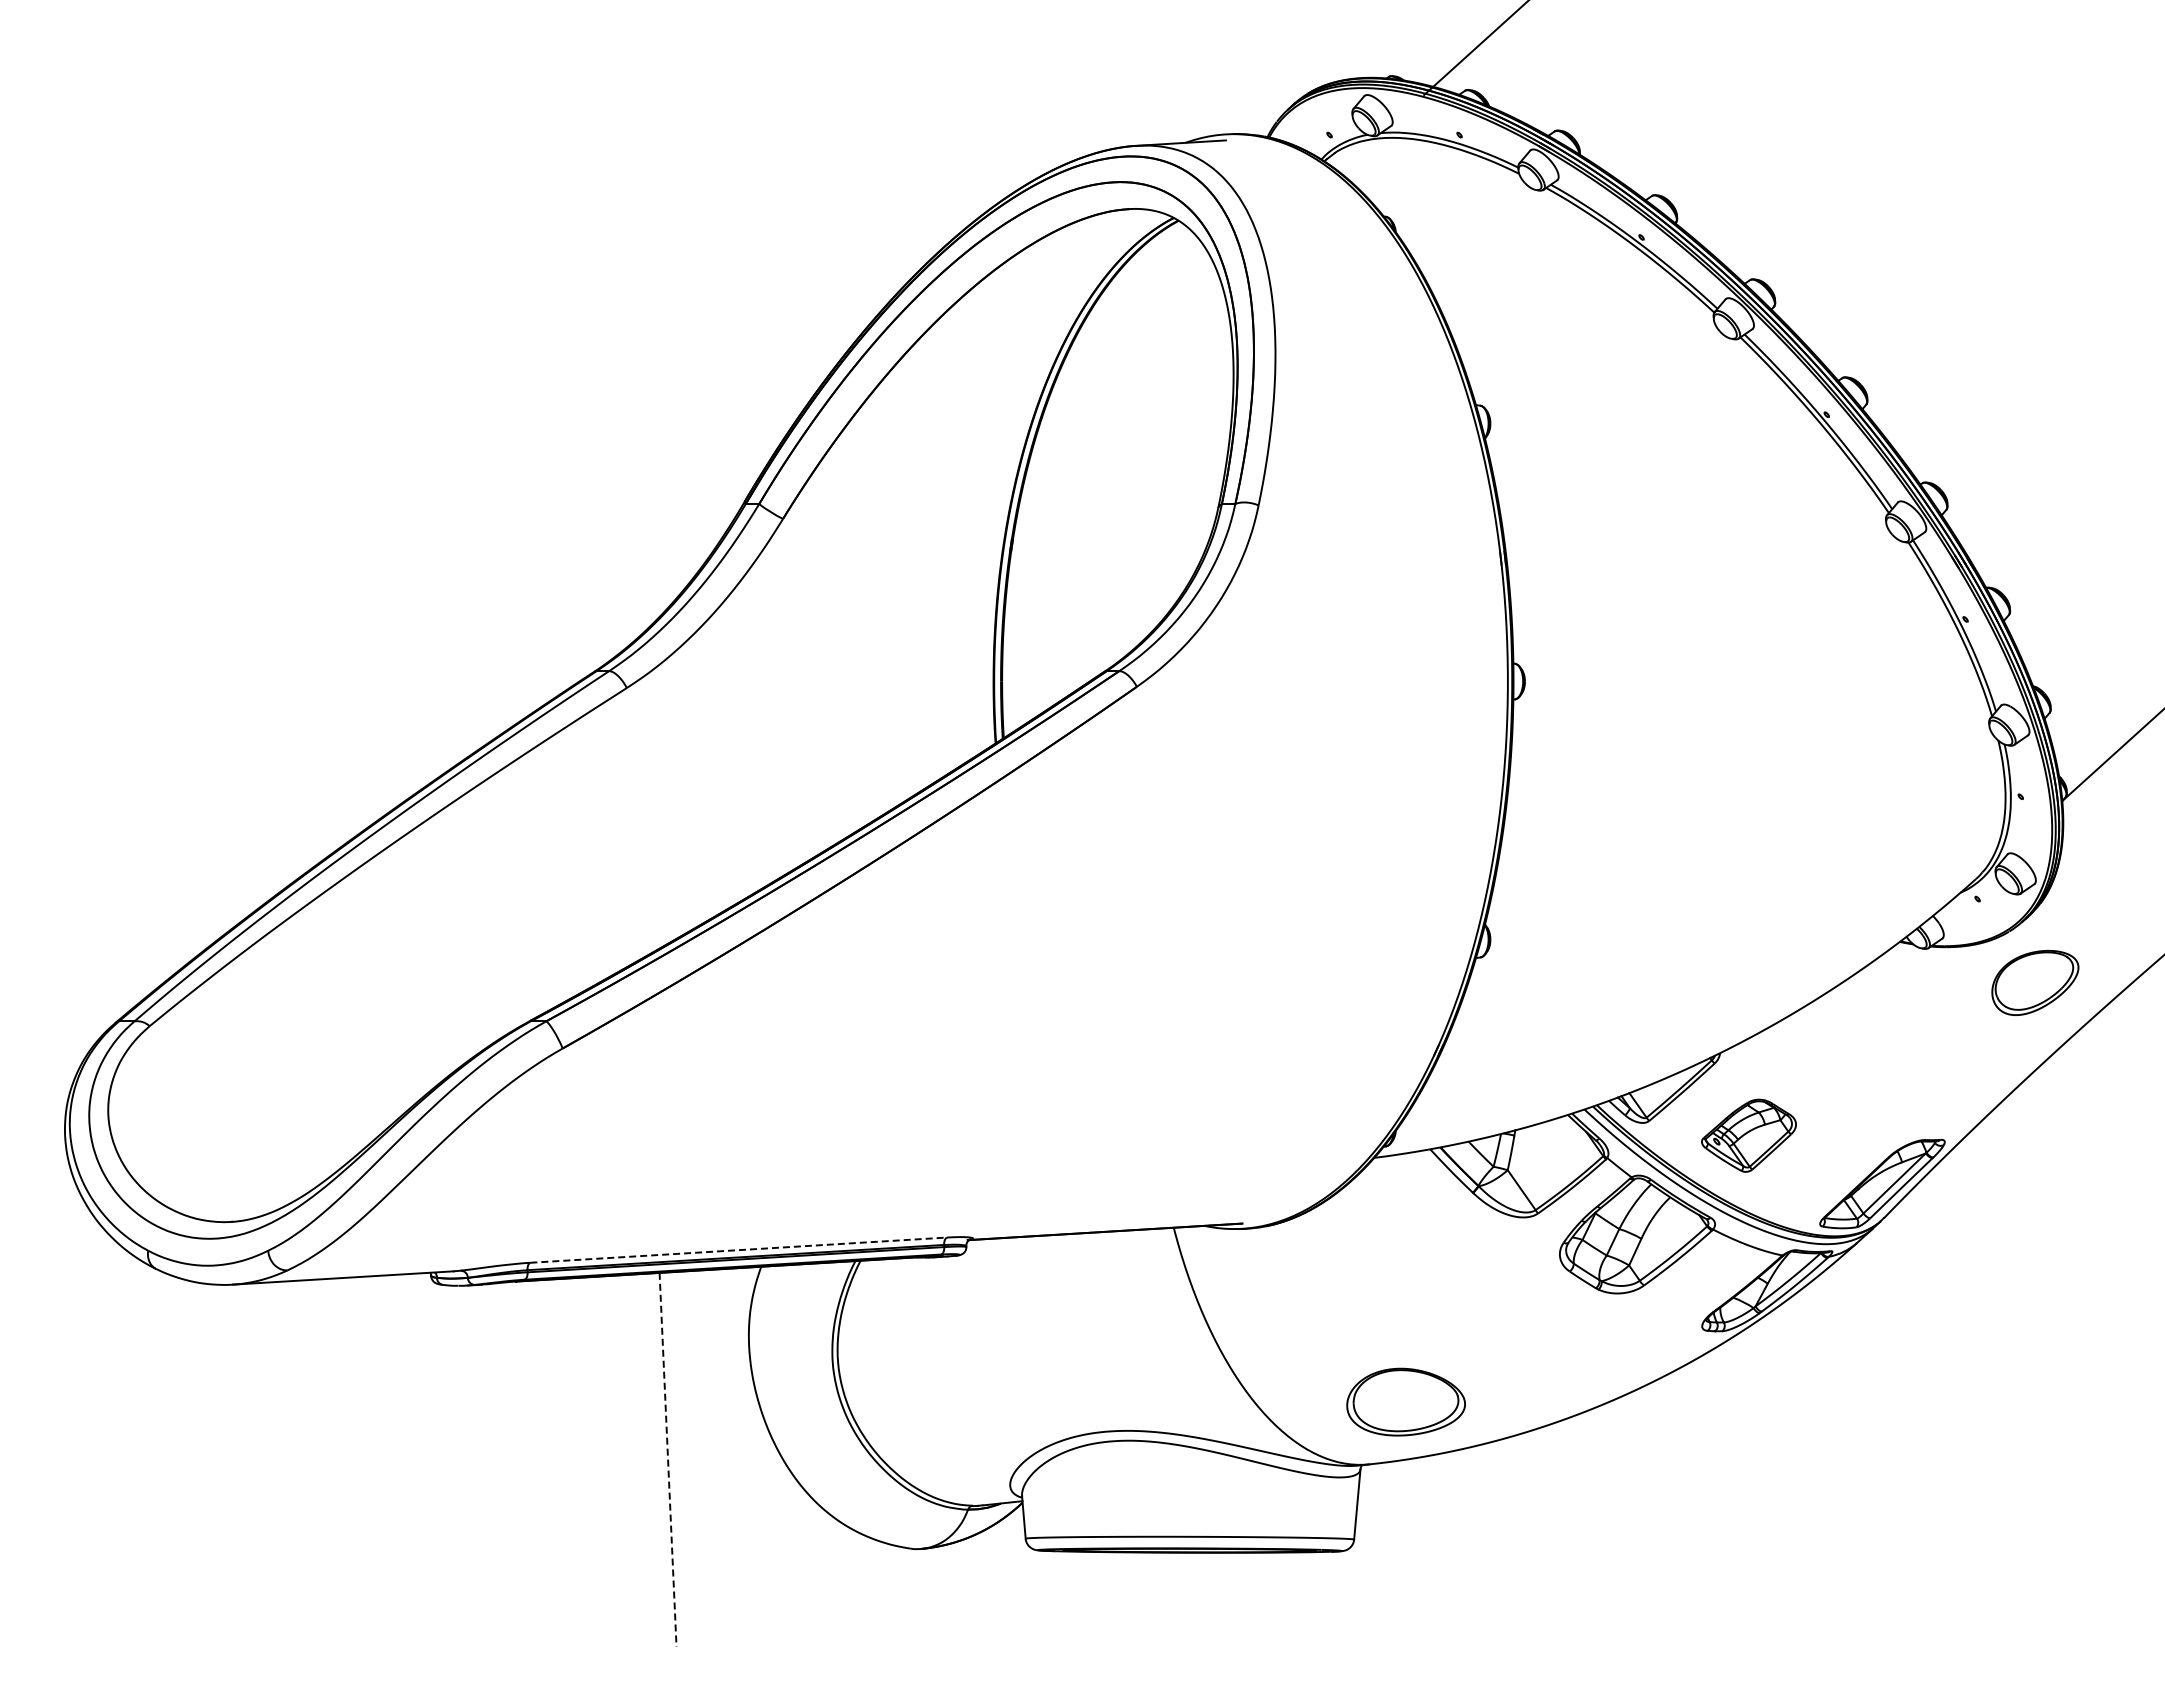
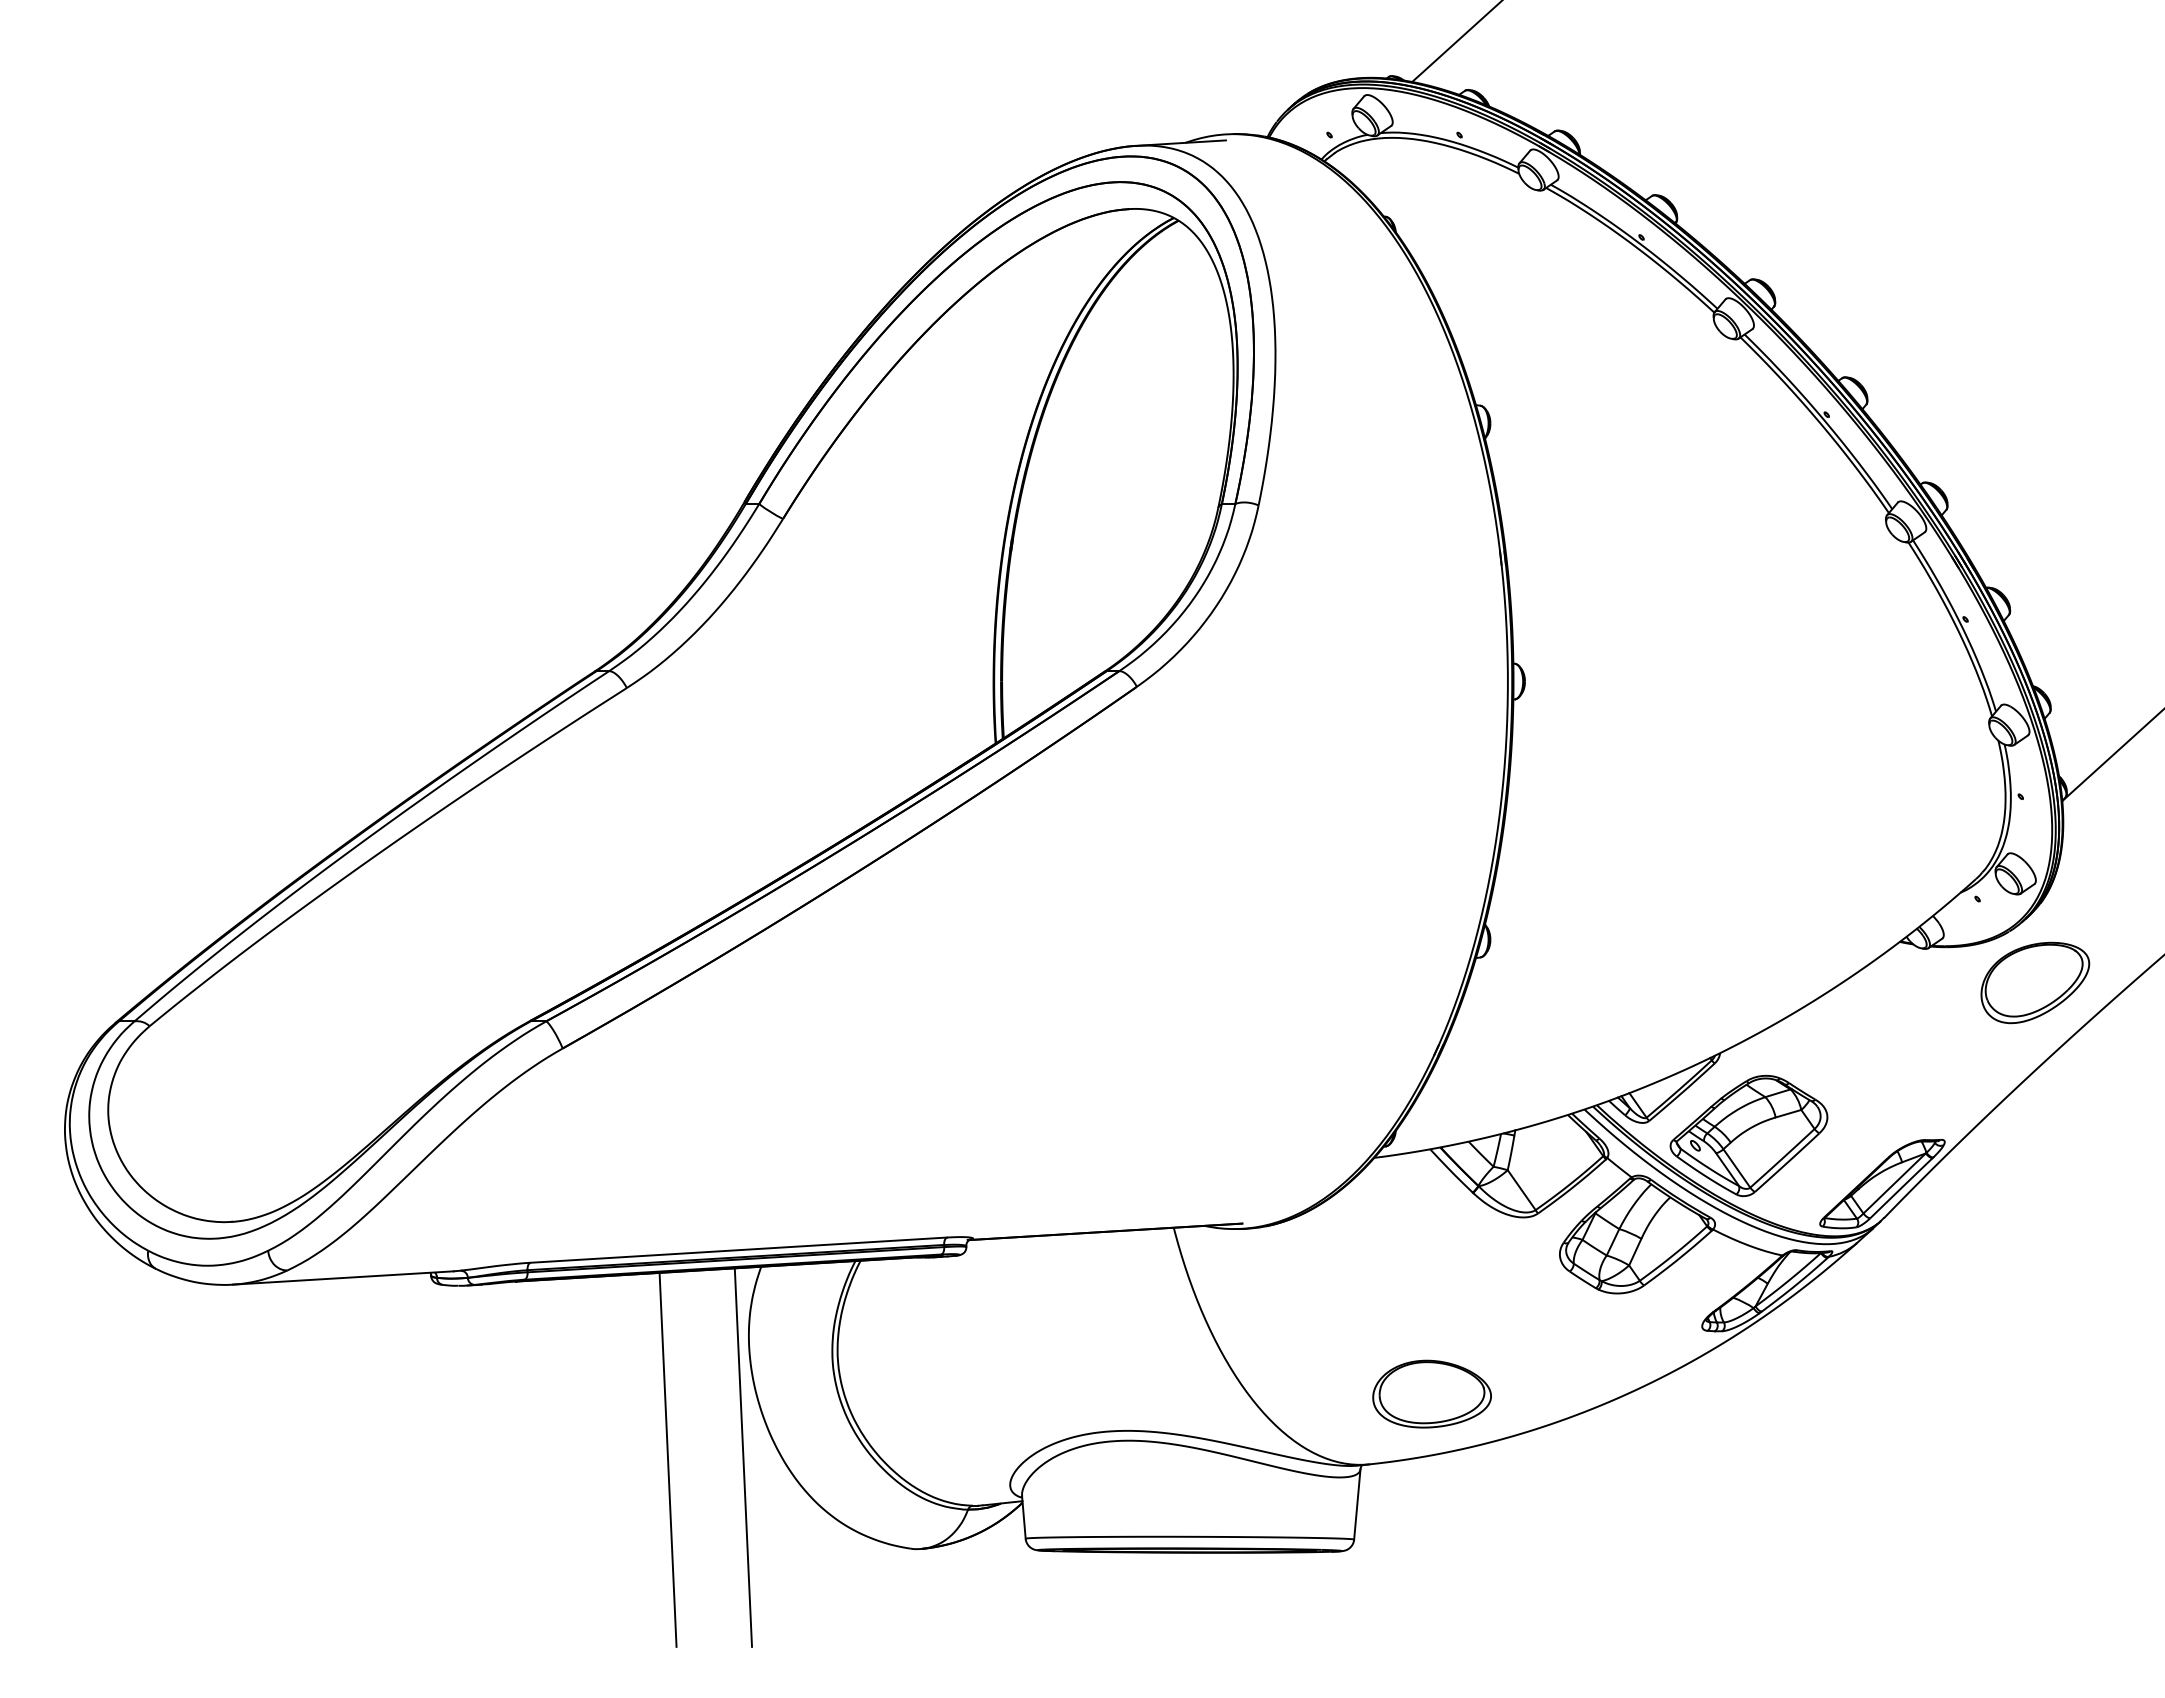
line at (1475, 48) position: (1475, 48) -> (1456, 42)
part at (2035, 982) size: 89x66 px -> 111x84 px
part at (1748, 1135) size: 96x75 px -> 160x123 px
line at (738, 1250): dashed -> solid
part at (1405, 1401) position: (1405, 1401) -> (1431, 1393)
line at (743, 1457): none -> present
line at (668, 1460): dashed -> solid
